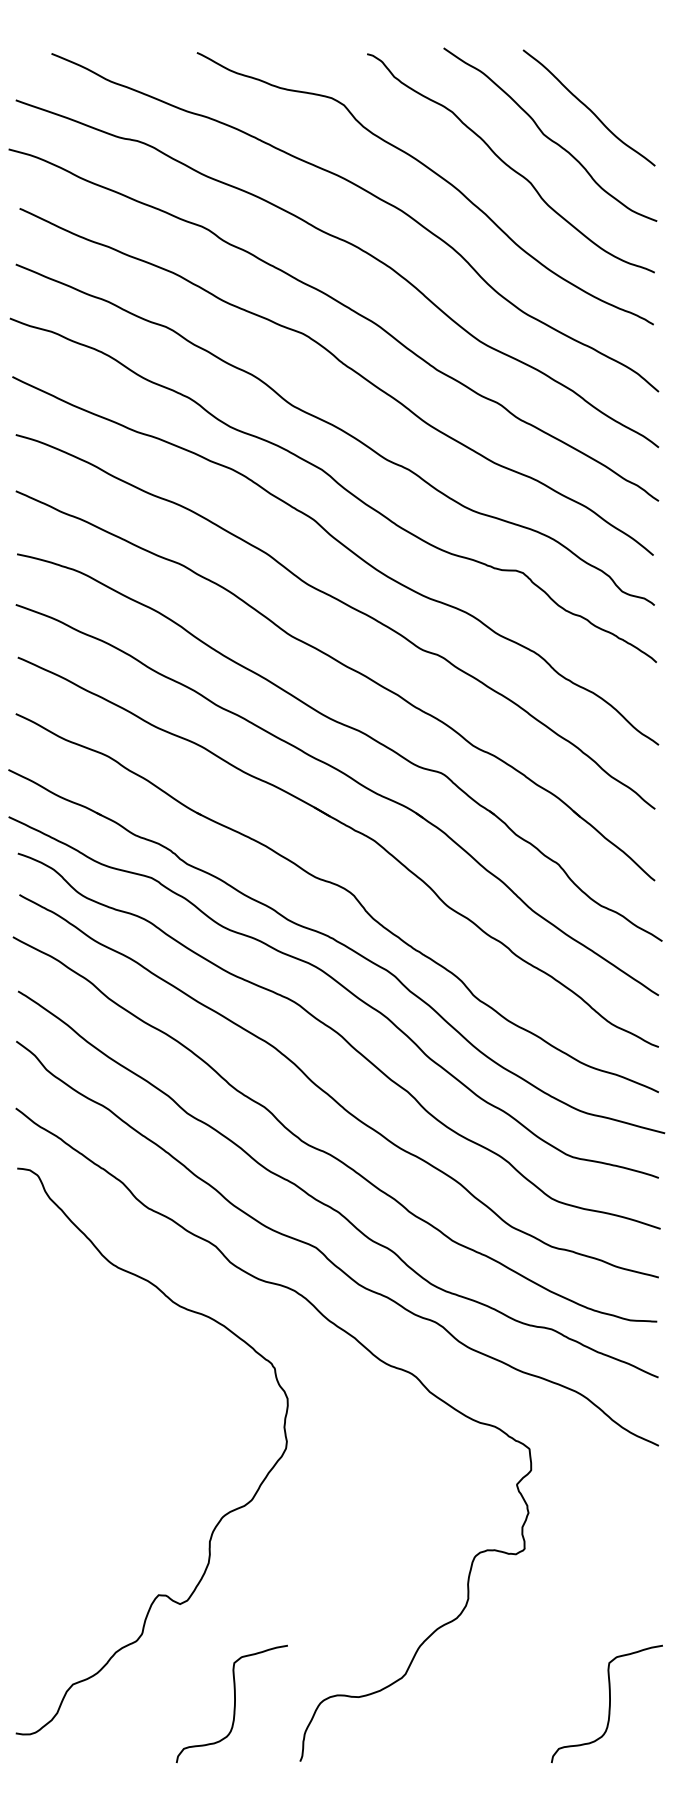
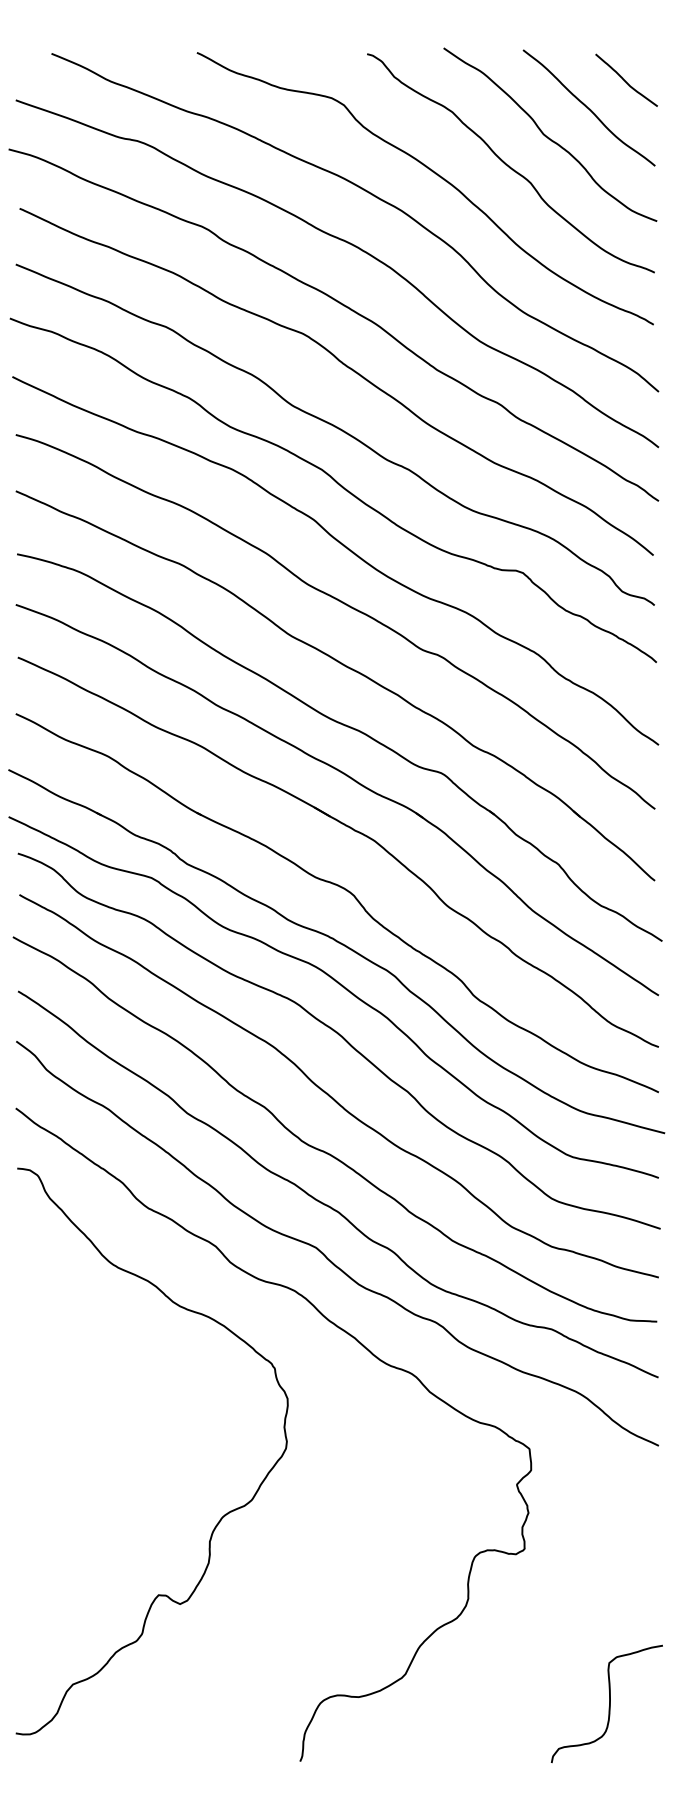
curve at (625, 80): none -> present
curve at (234, 1703): present -> none
